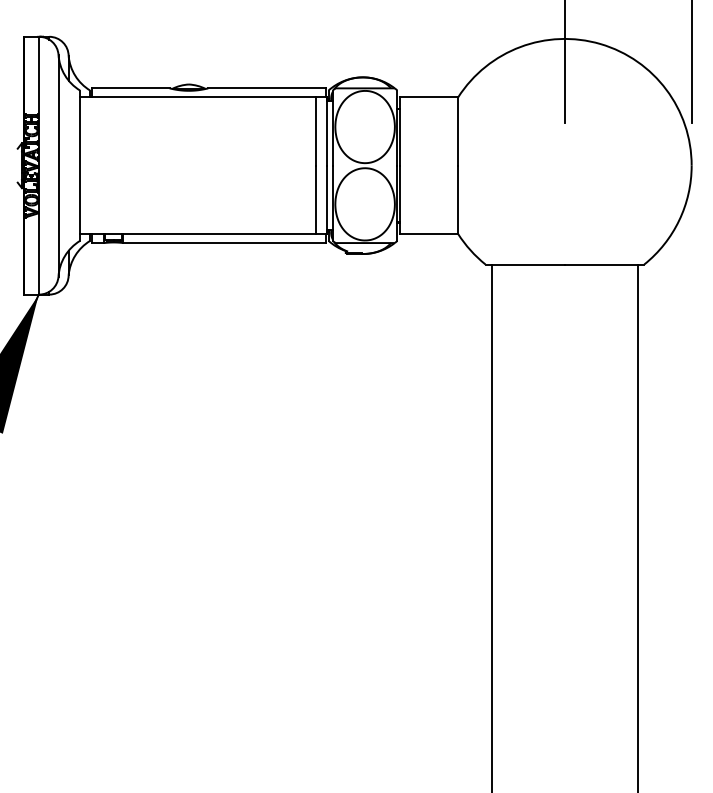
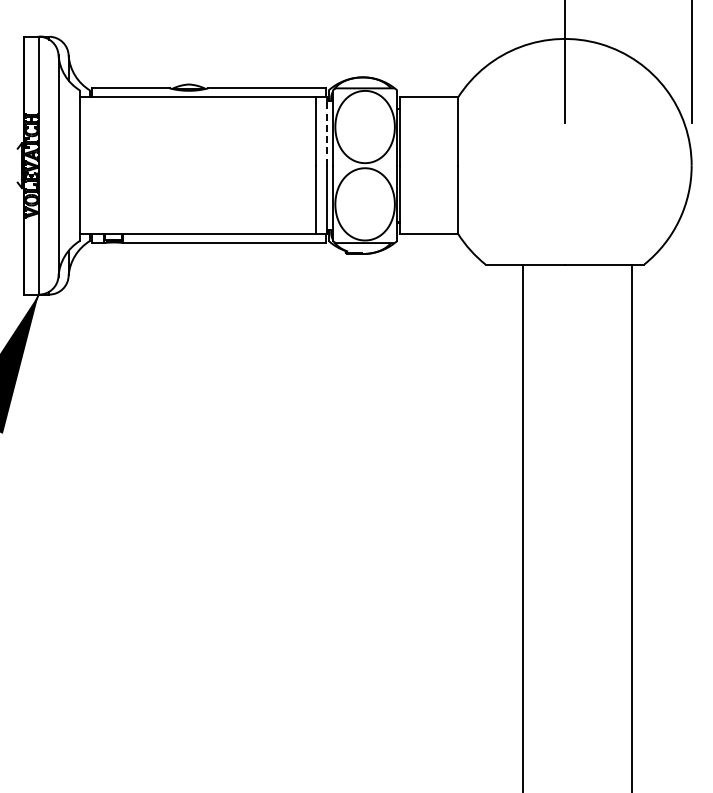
line at (327, 130): solid -> dashed
line at (491, 526) position: (491, 526) -> (522, 526)
line at (637, 526) position: (637, 526) -> (631, 526)
